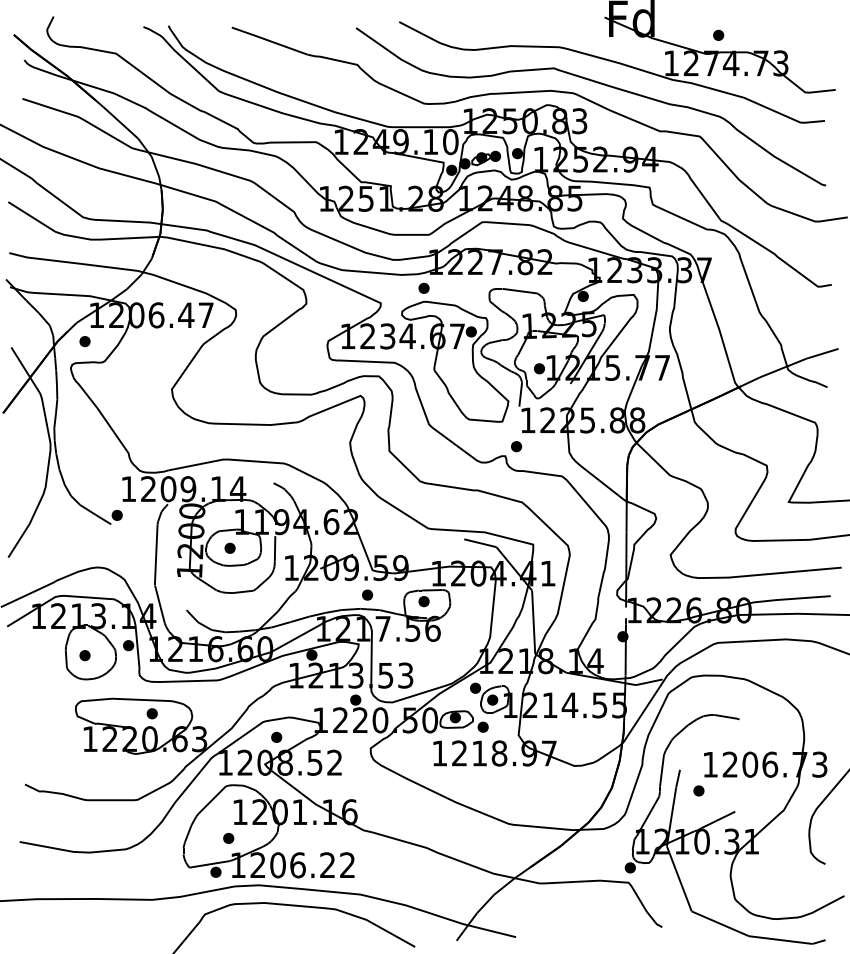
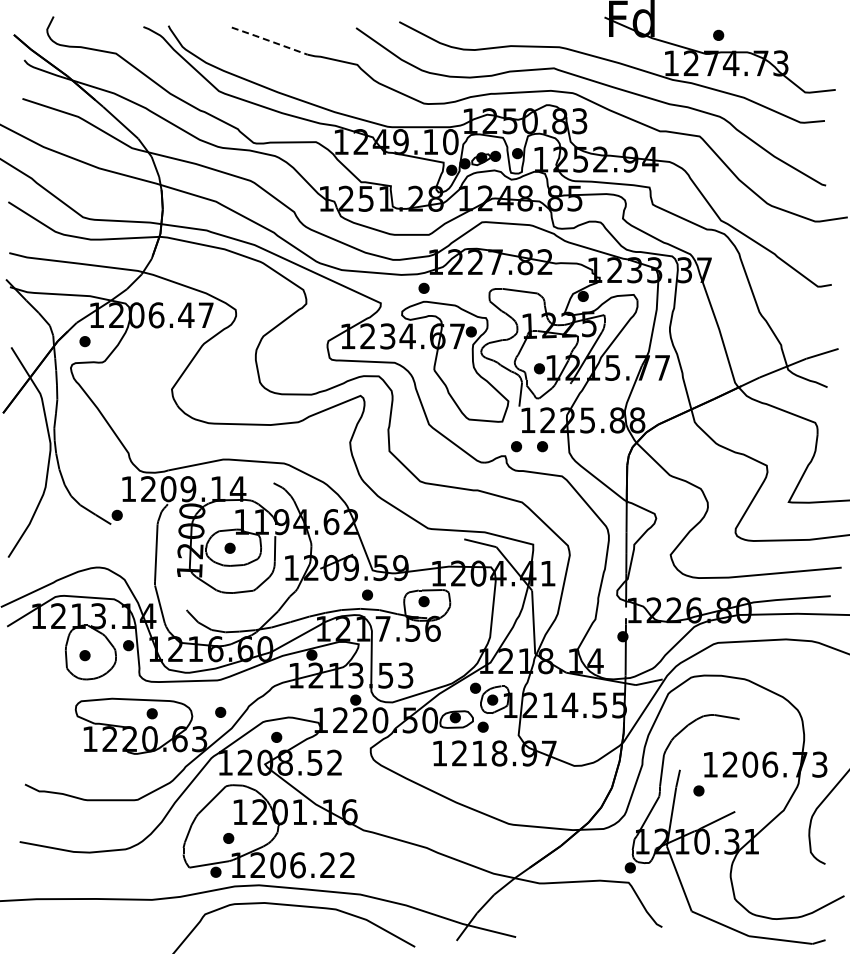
line at (269, 40): solid -> dashed
part at (542, 446): none -> present
part at (220, 711): none -> present
